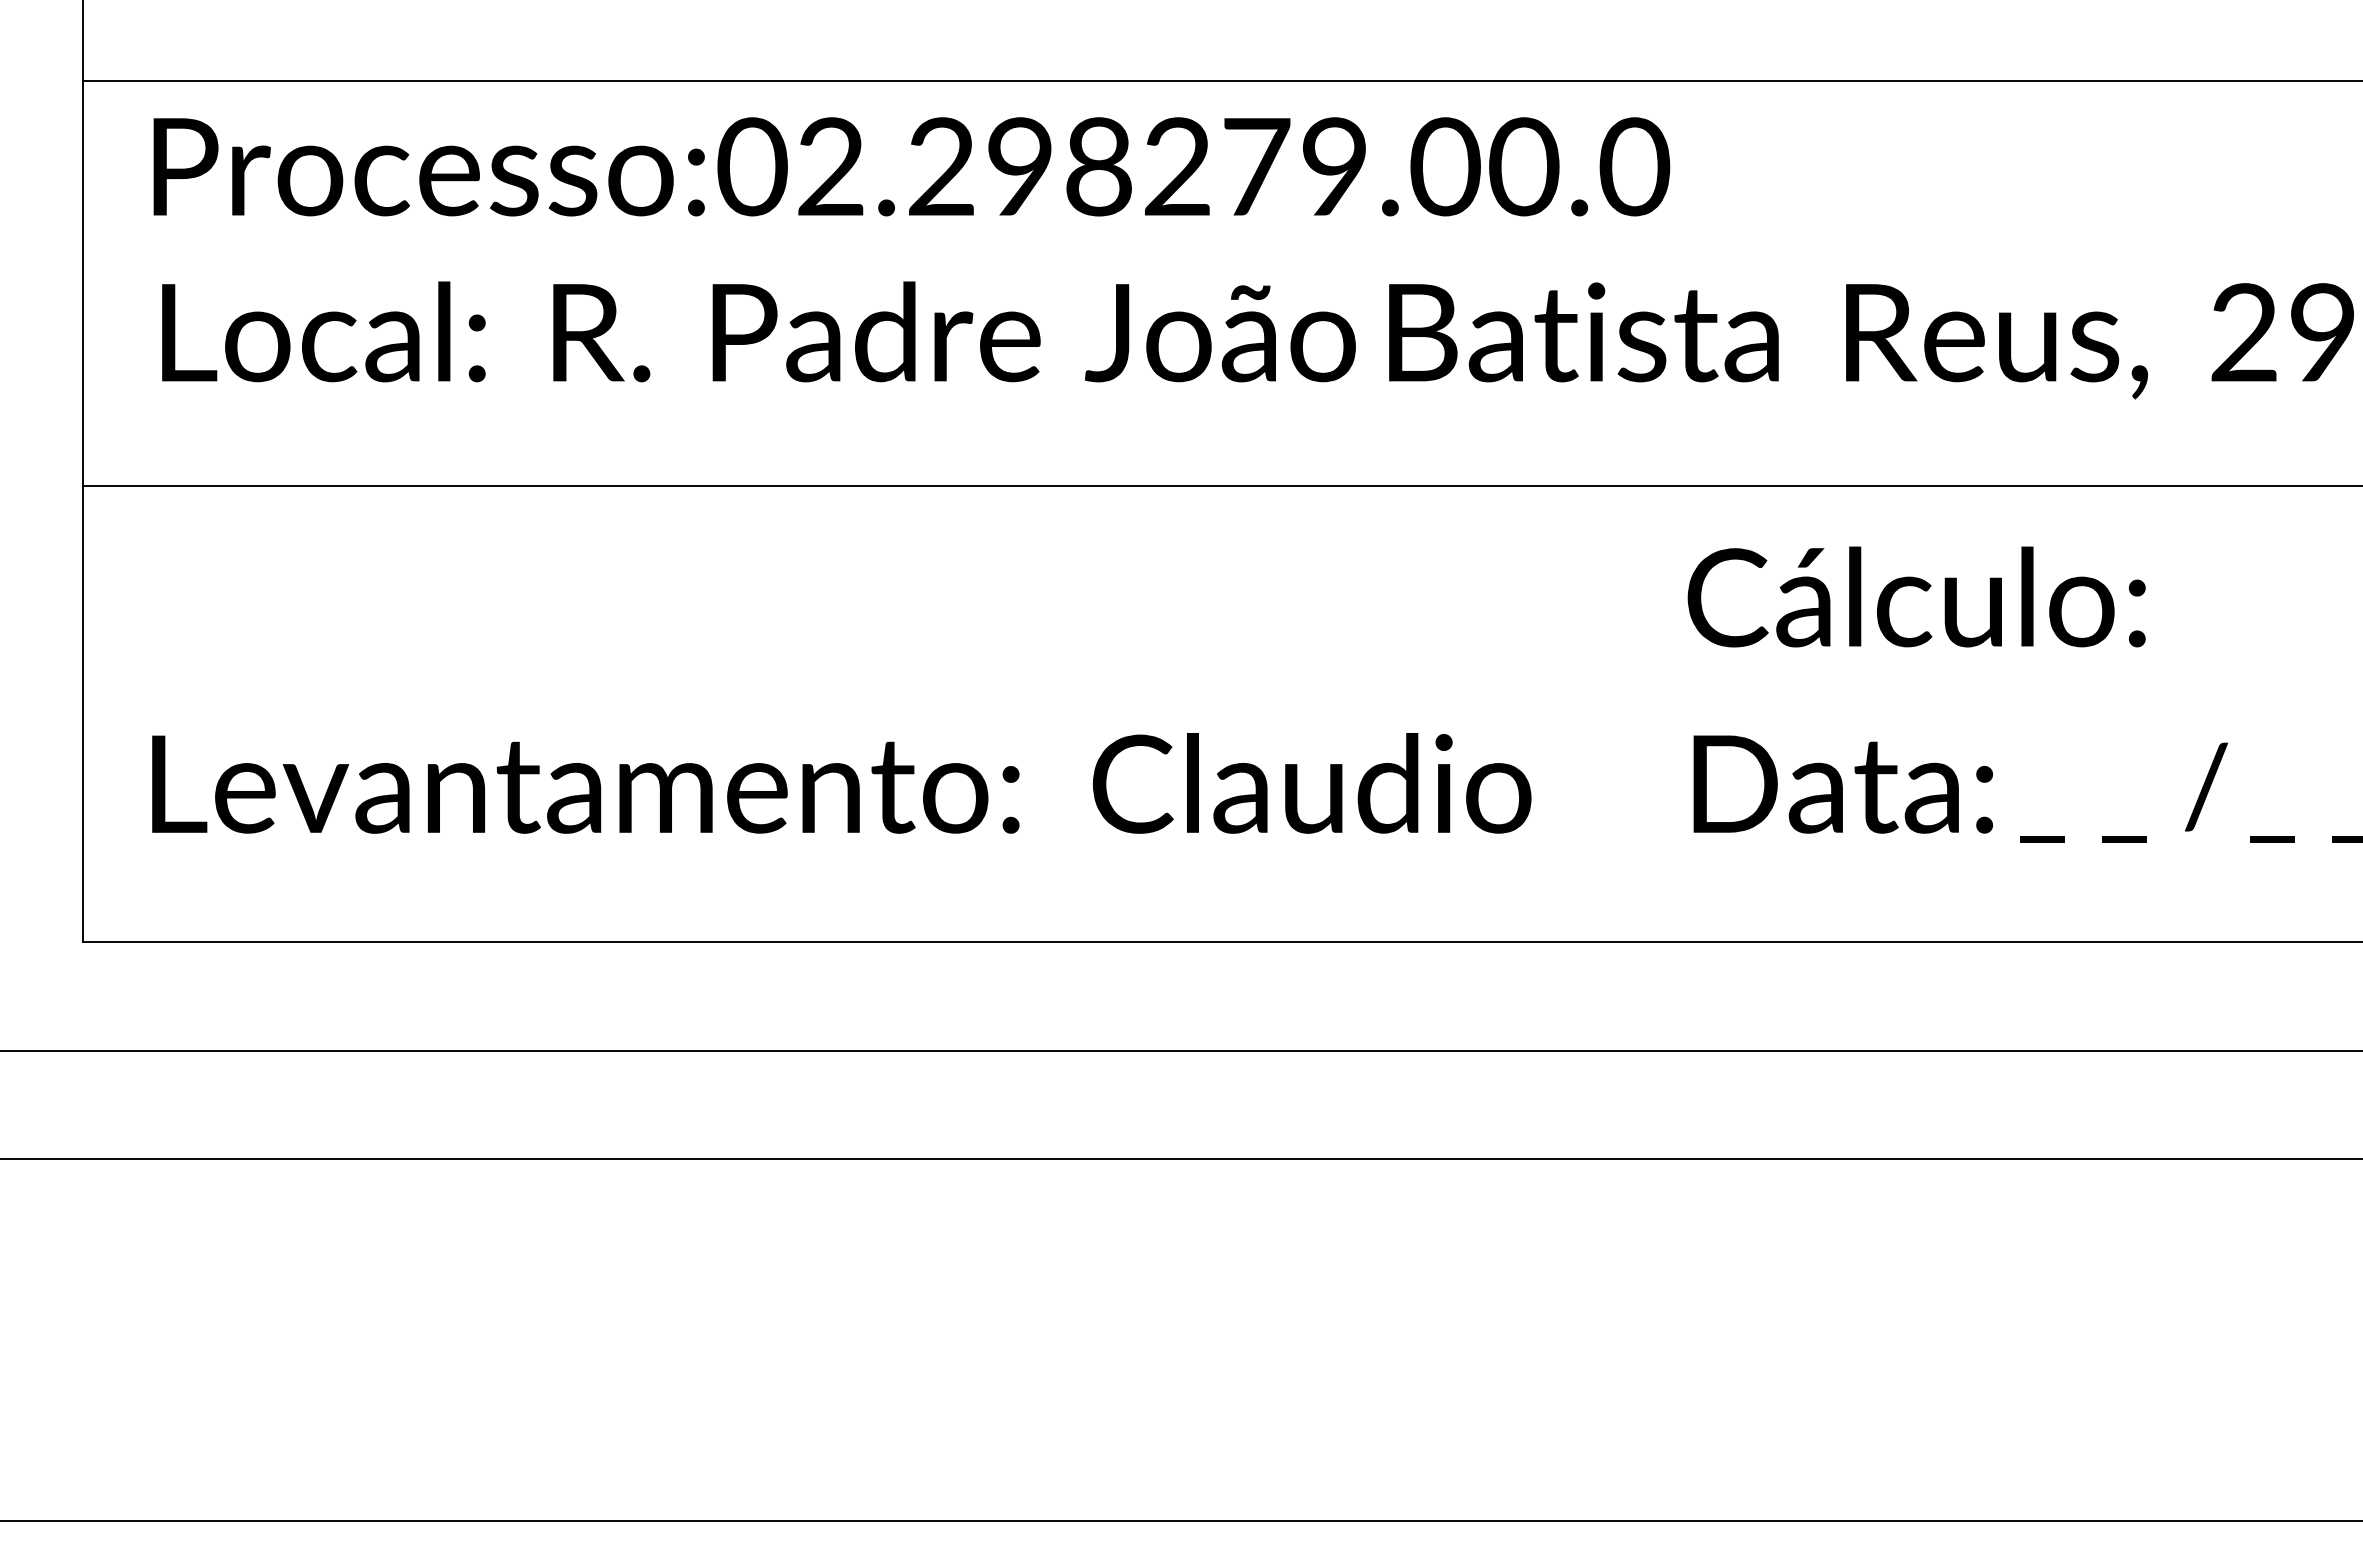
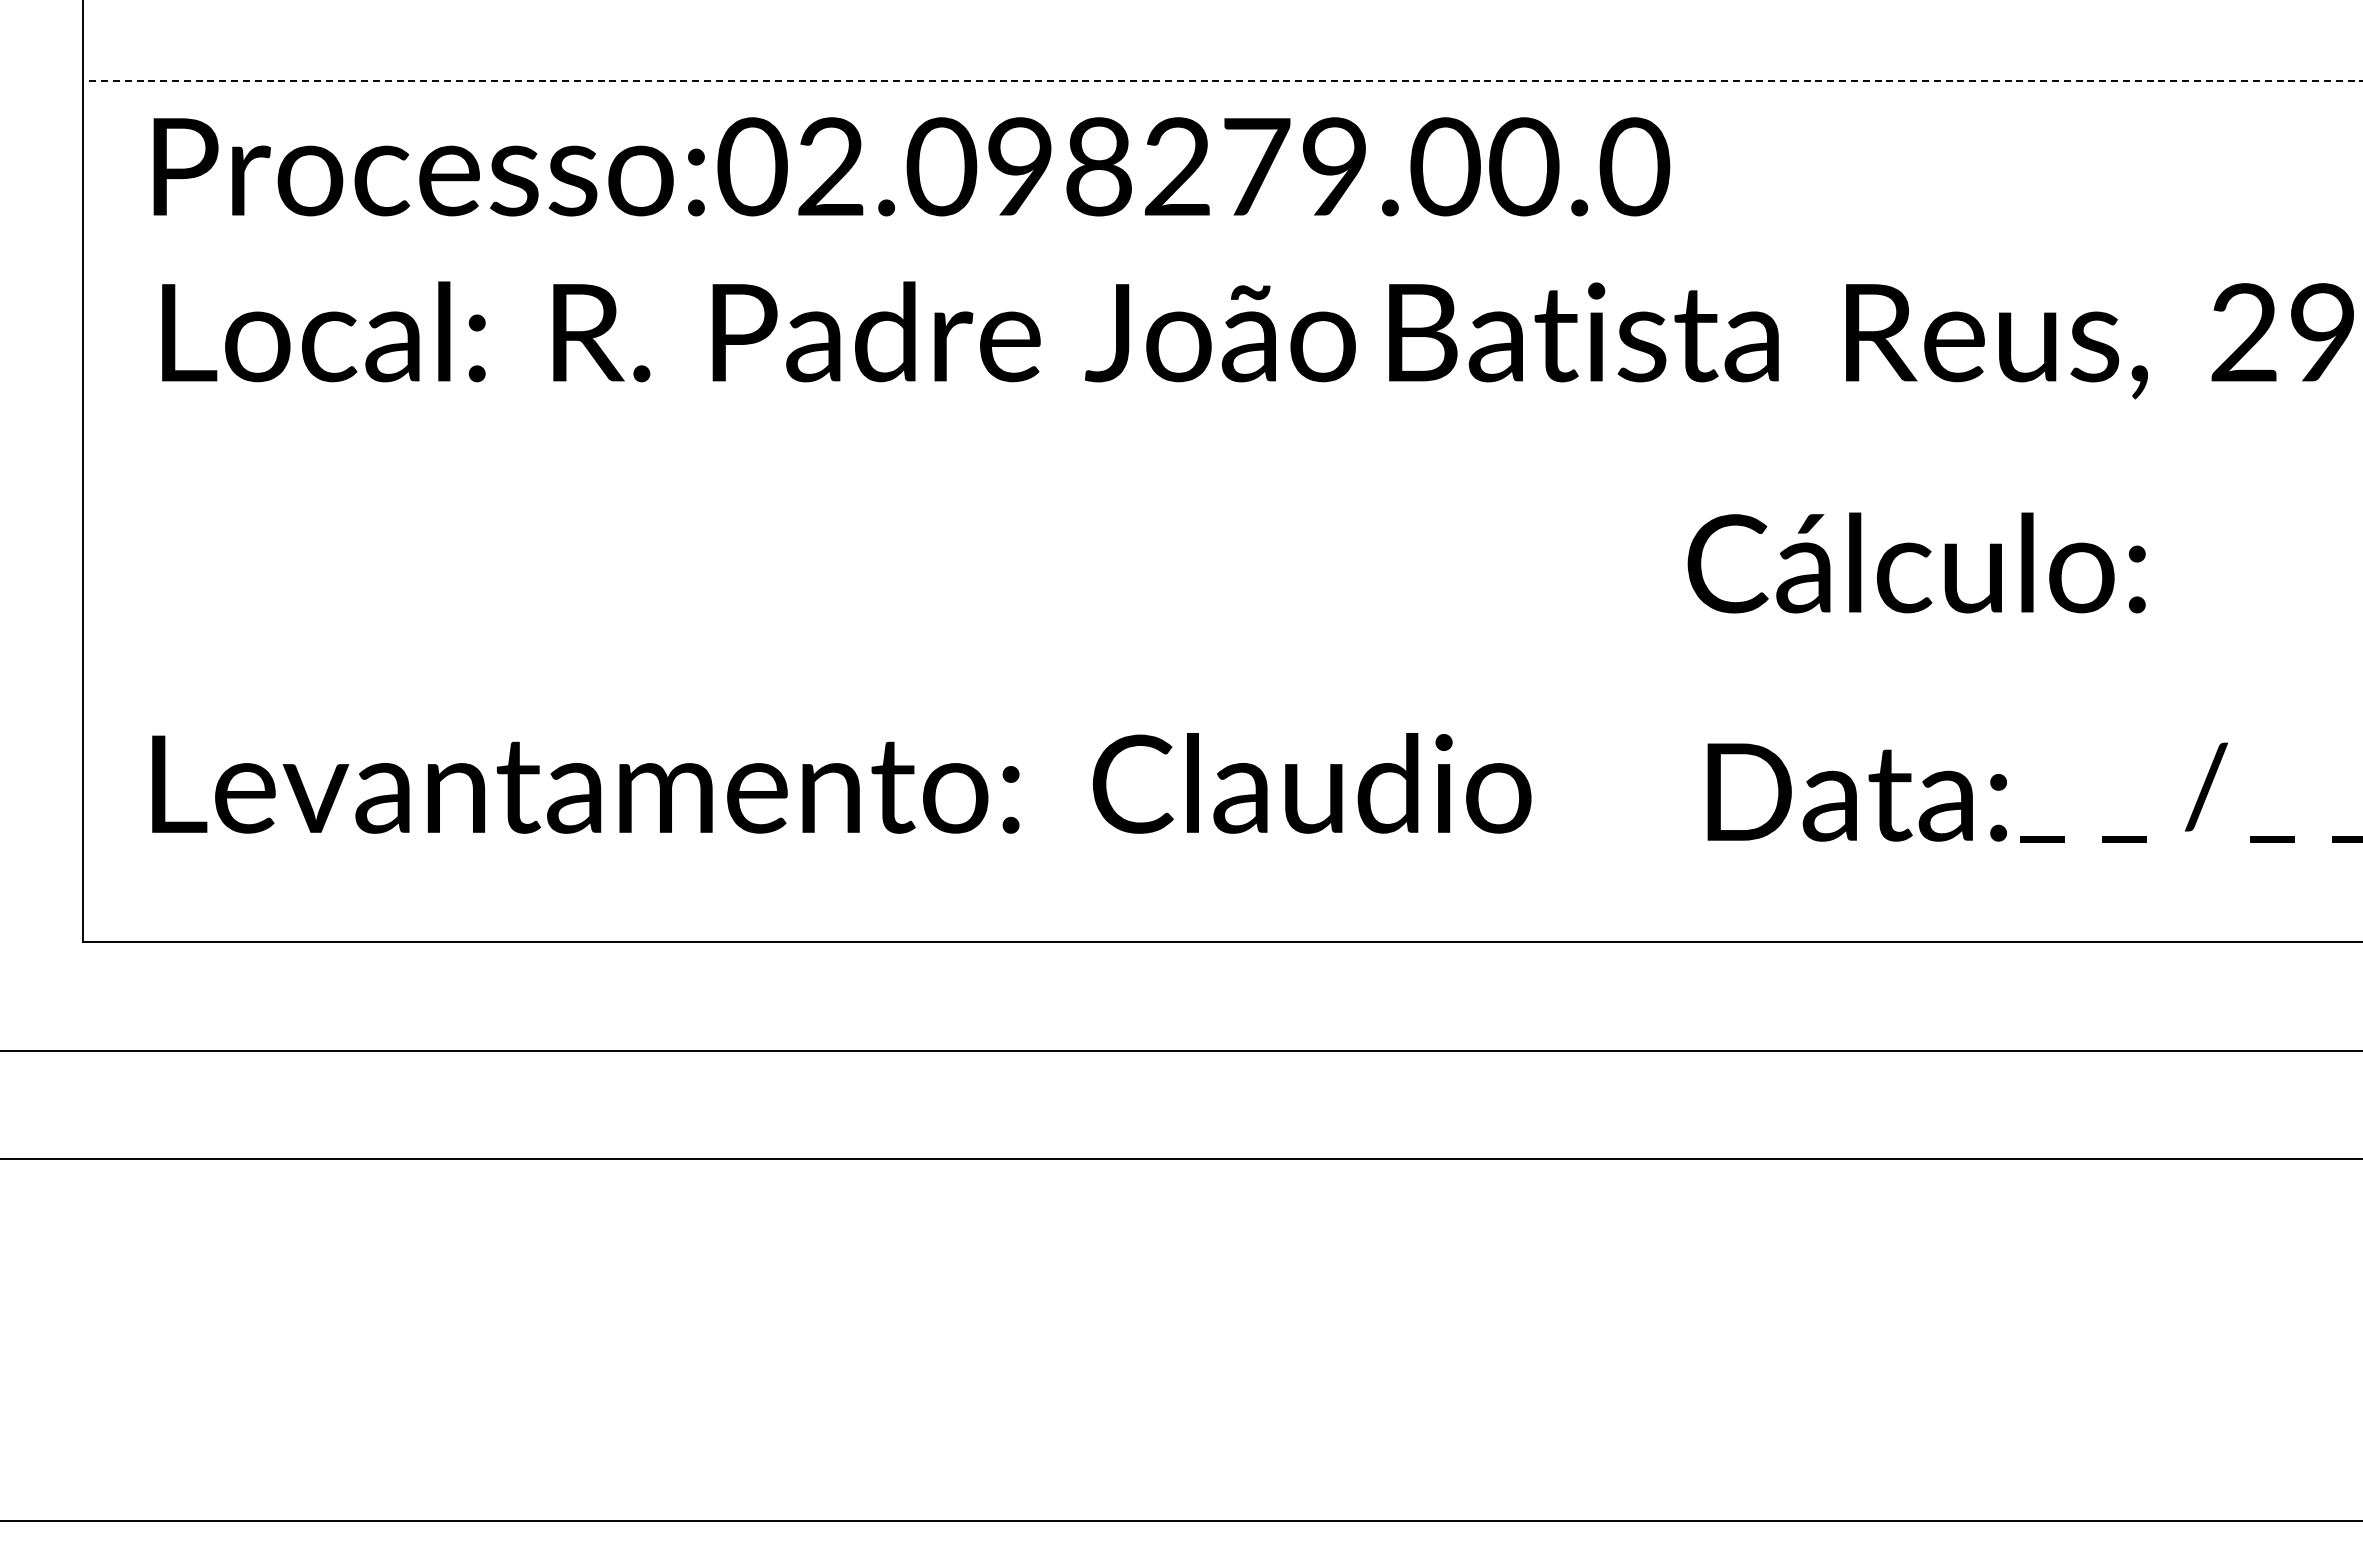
line at (1223, 80): solid -> dashed
text at (941, 166): Processo:02.298279.00.0 -> Processo:02.098279.00.0
line at (1221, 485): present -> none
text at (1916, 596) position: (1916, 596) -> (1916, 562)
text at (1843, 784) position: (1843, 784) -> (1857, 792)
